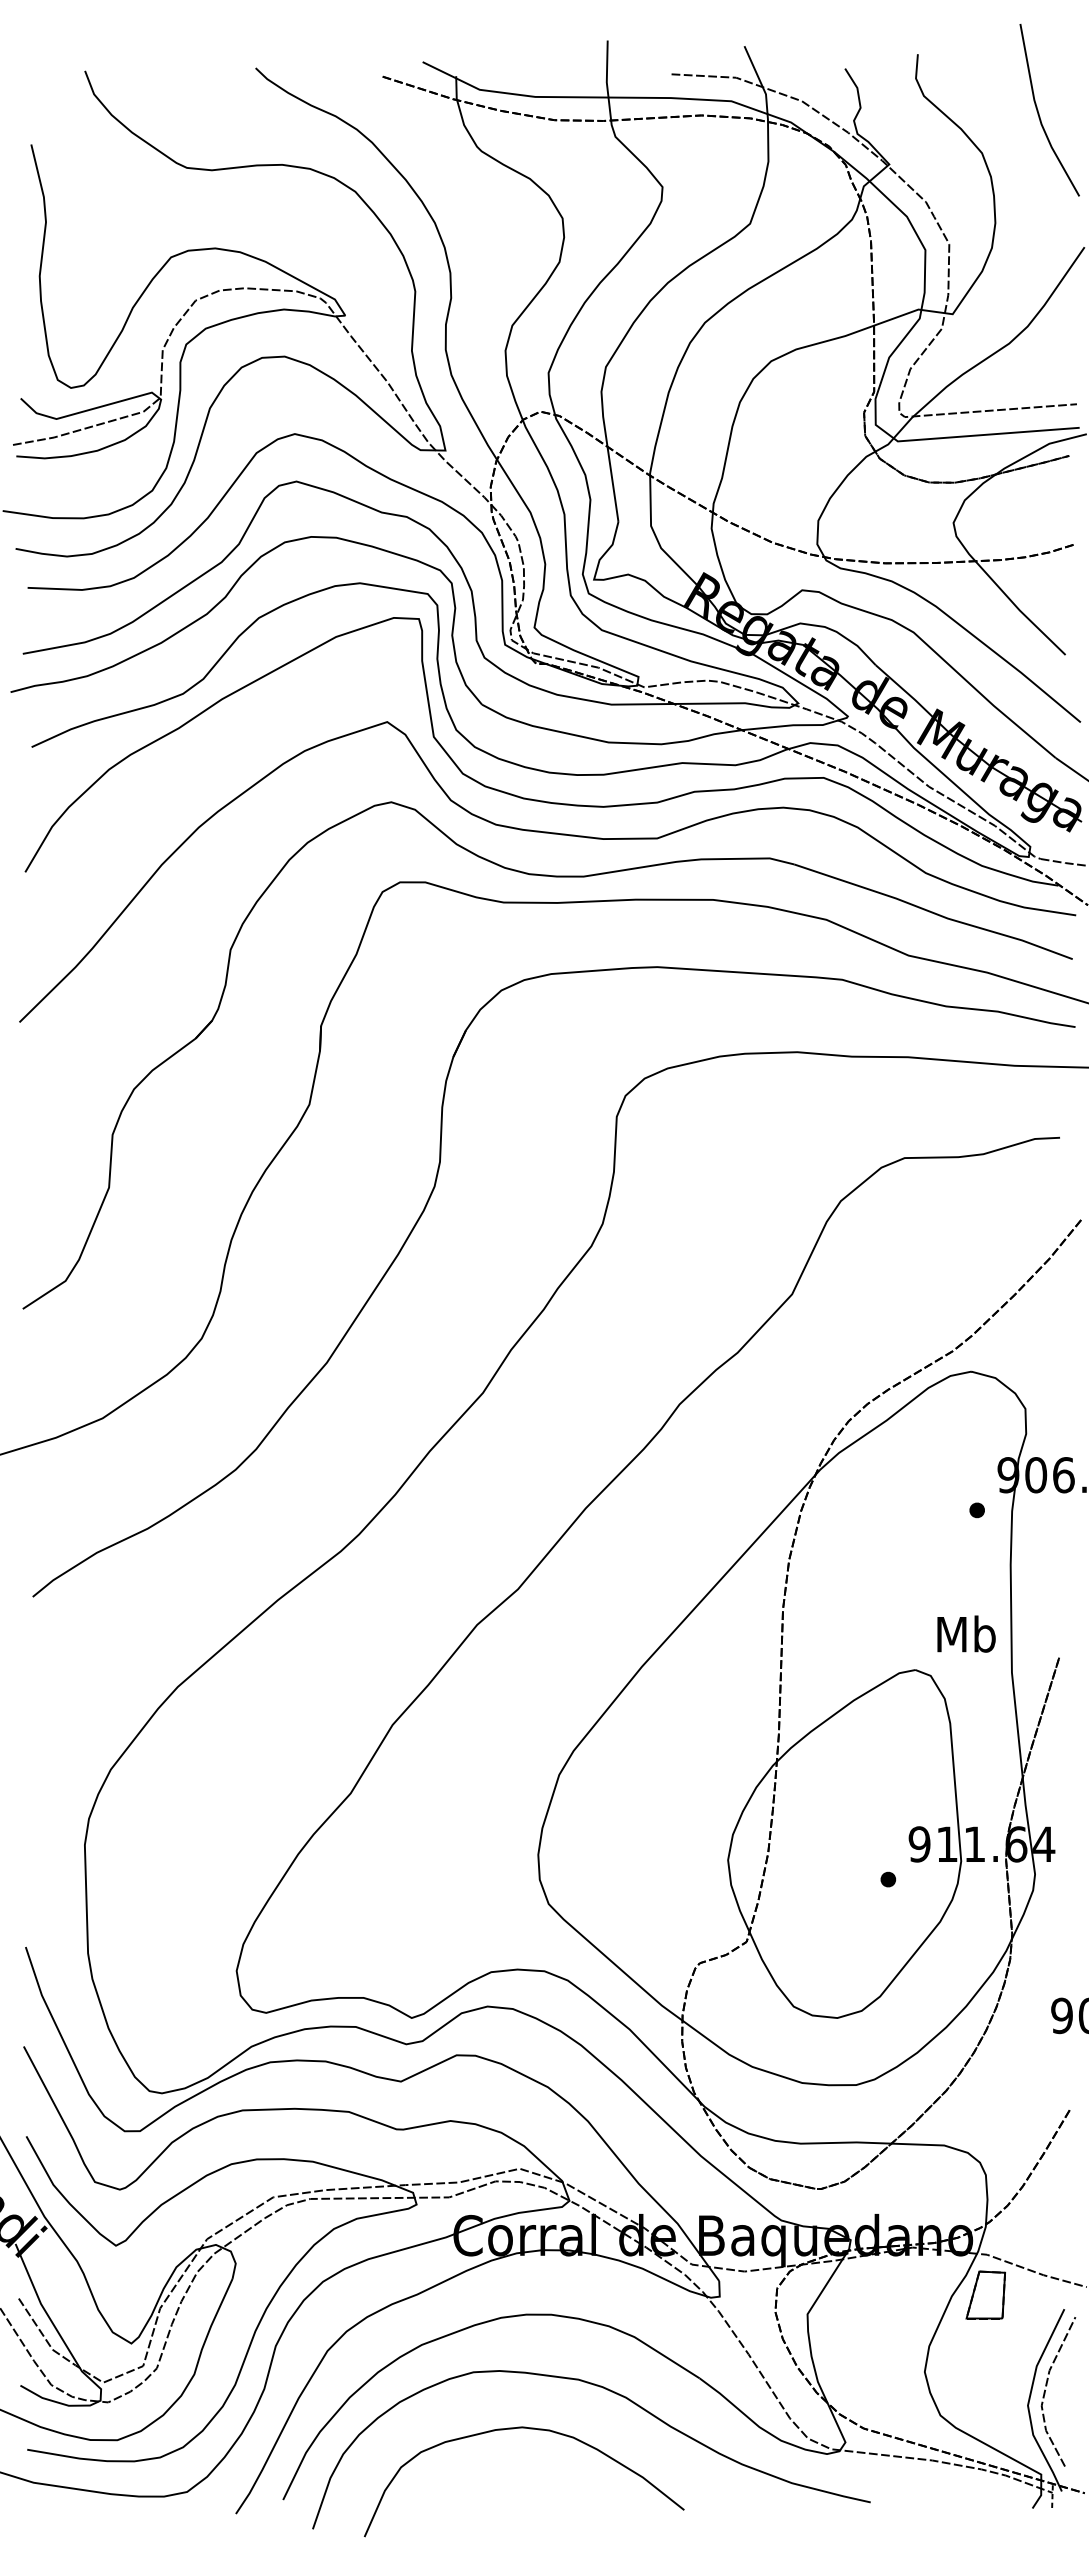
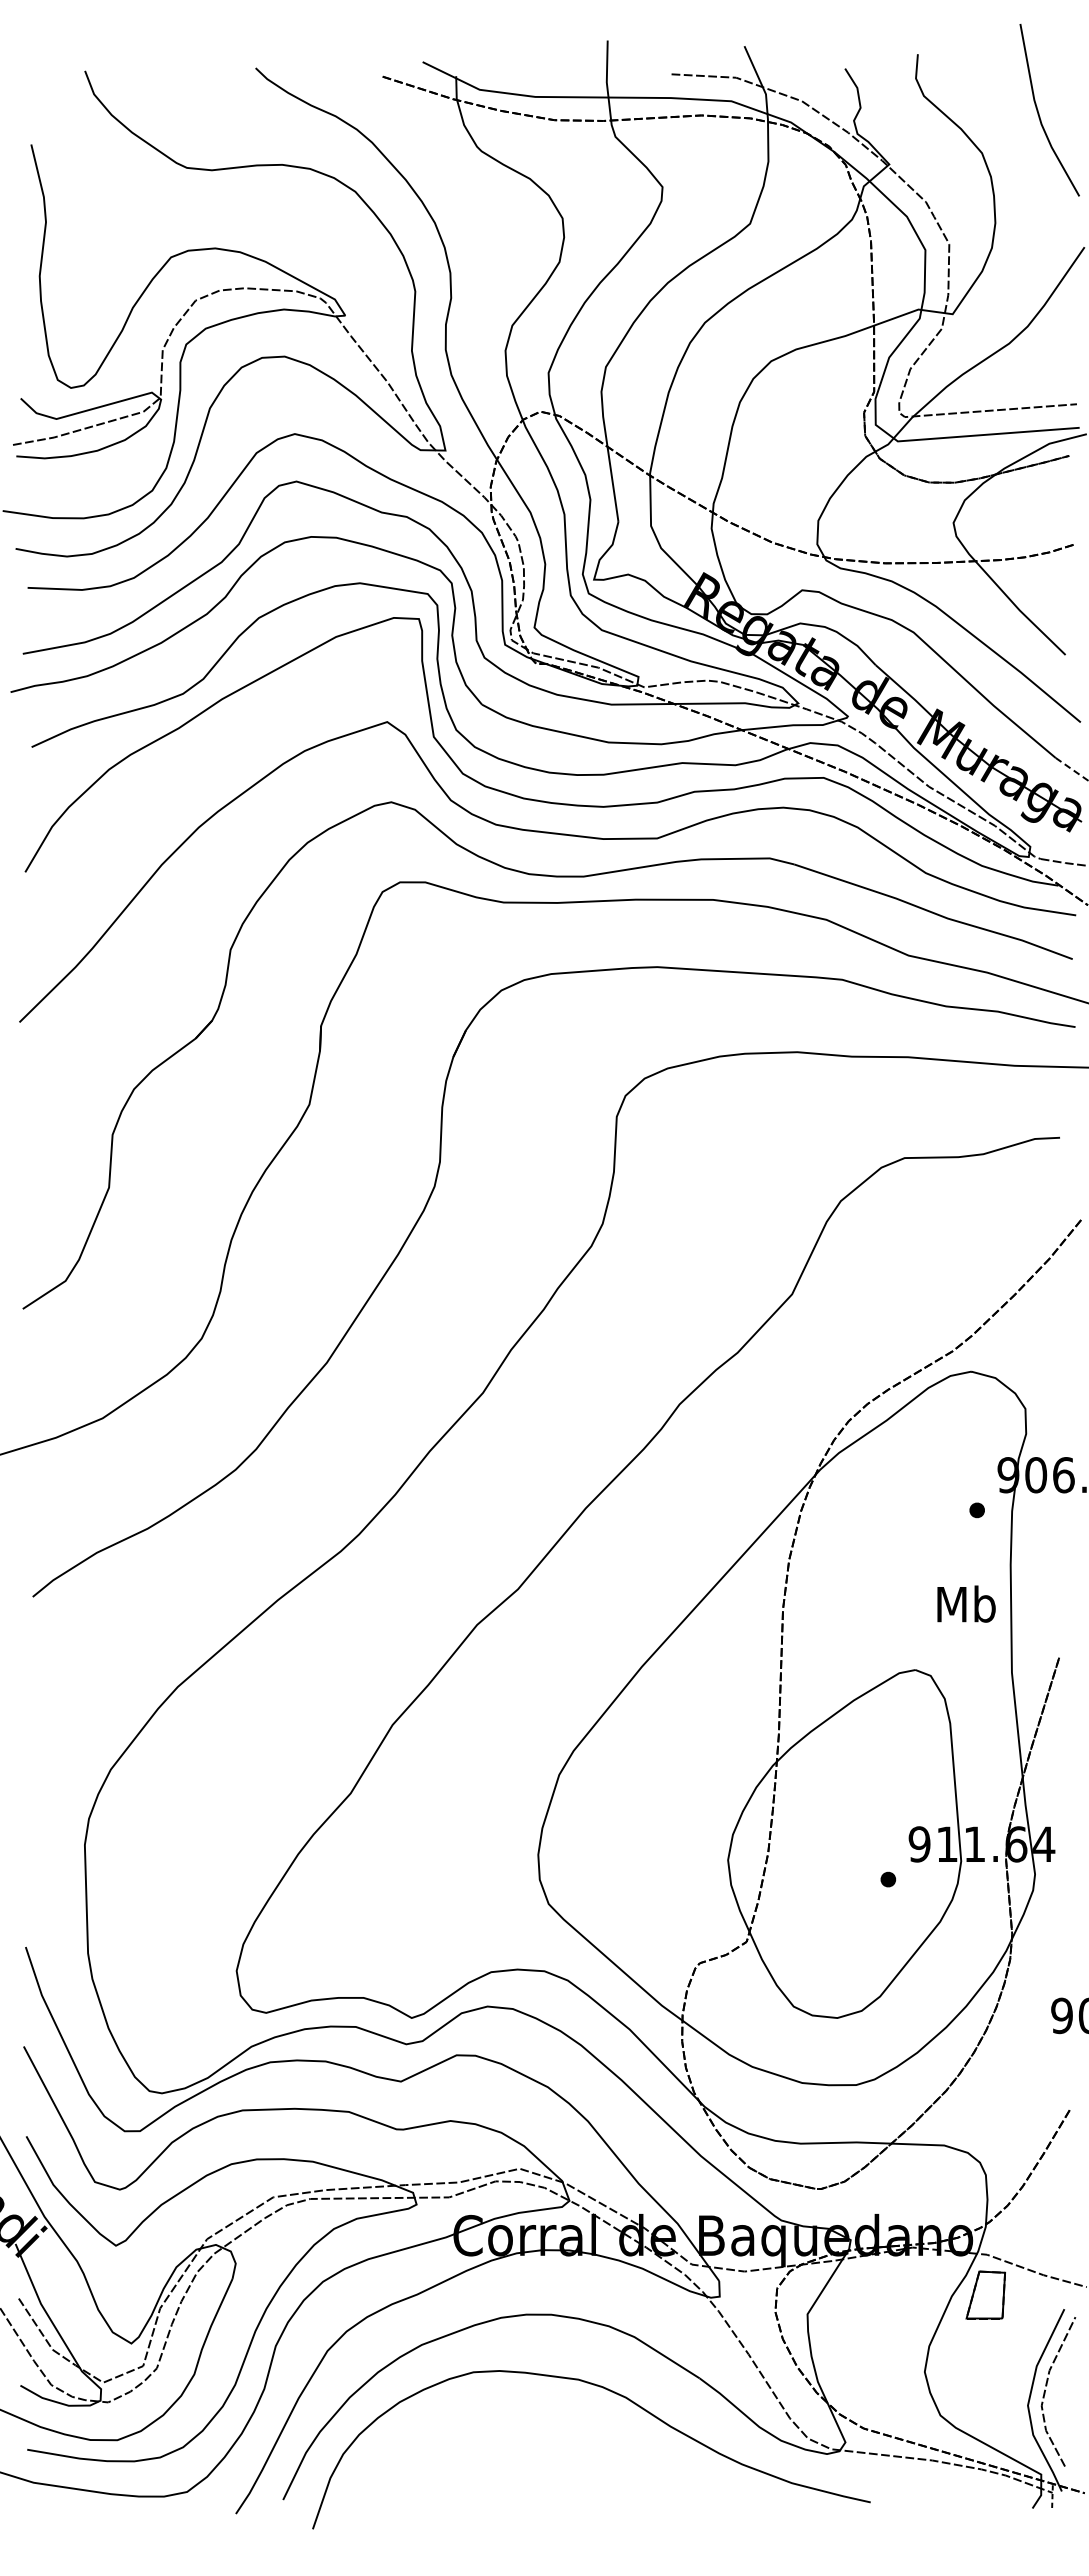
line at (1072, 769): solid -> dashed
text at (966, 1633) position: (966, 1633) -> (966, 1603)
curve at (529, 2429): present -> none
